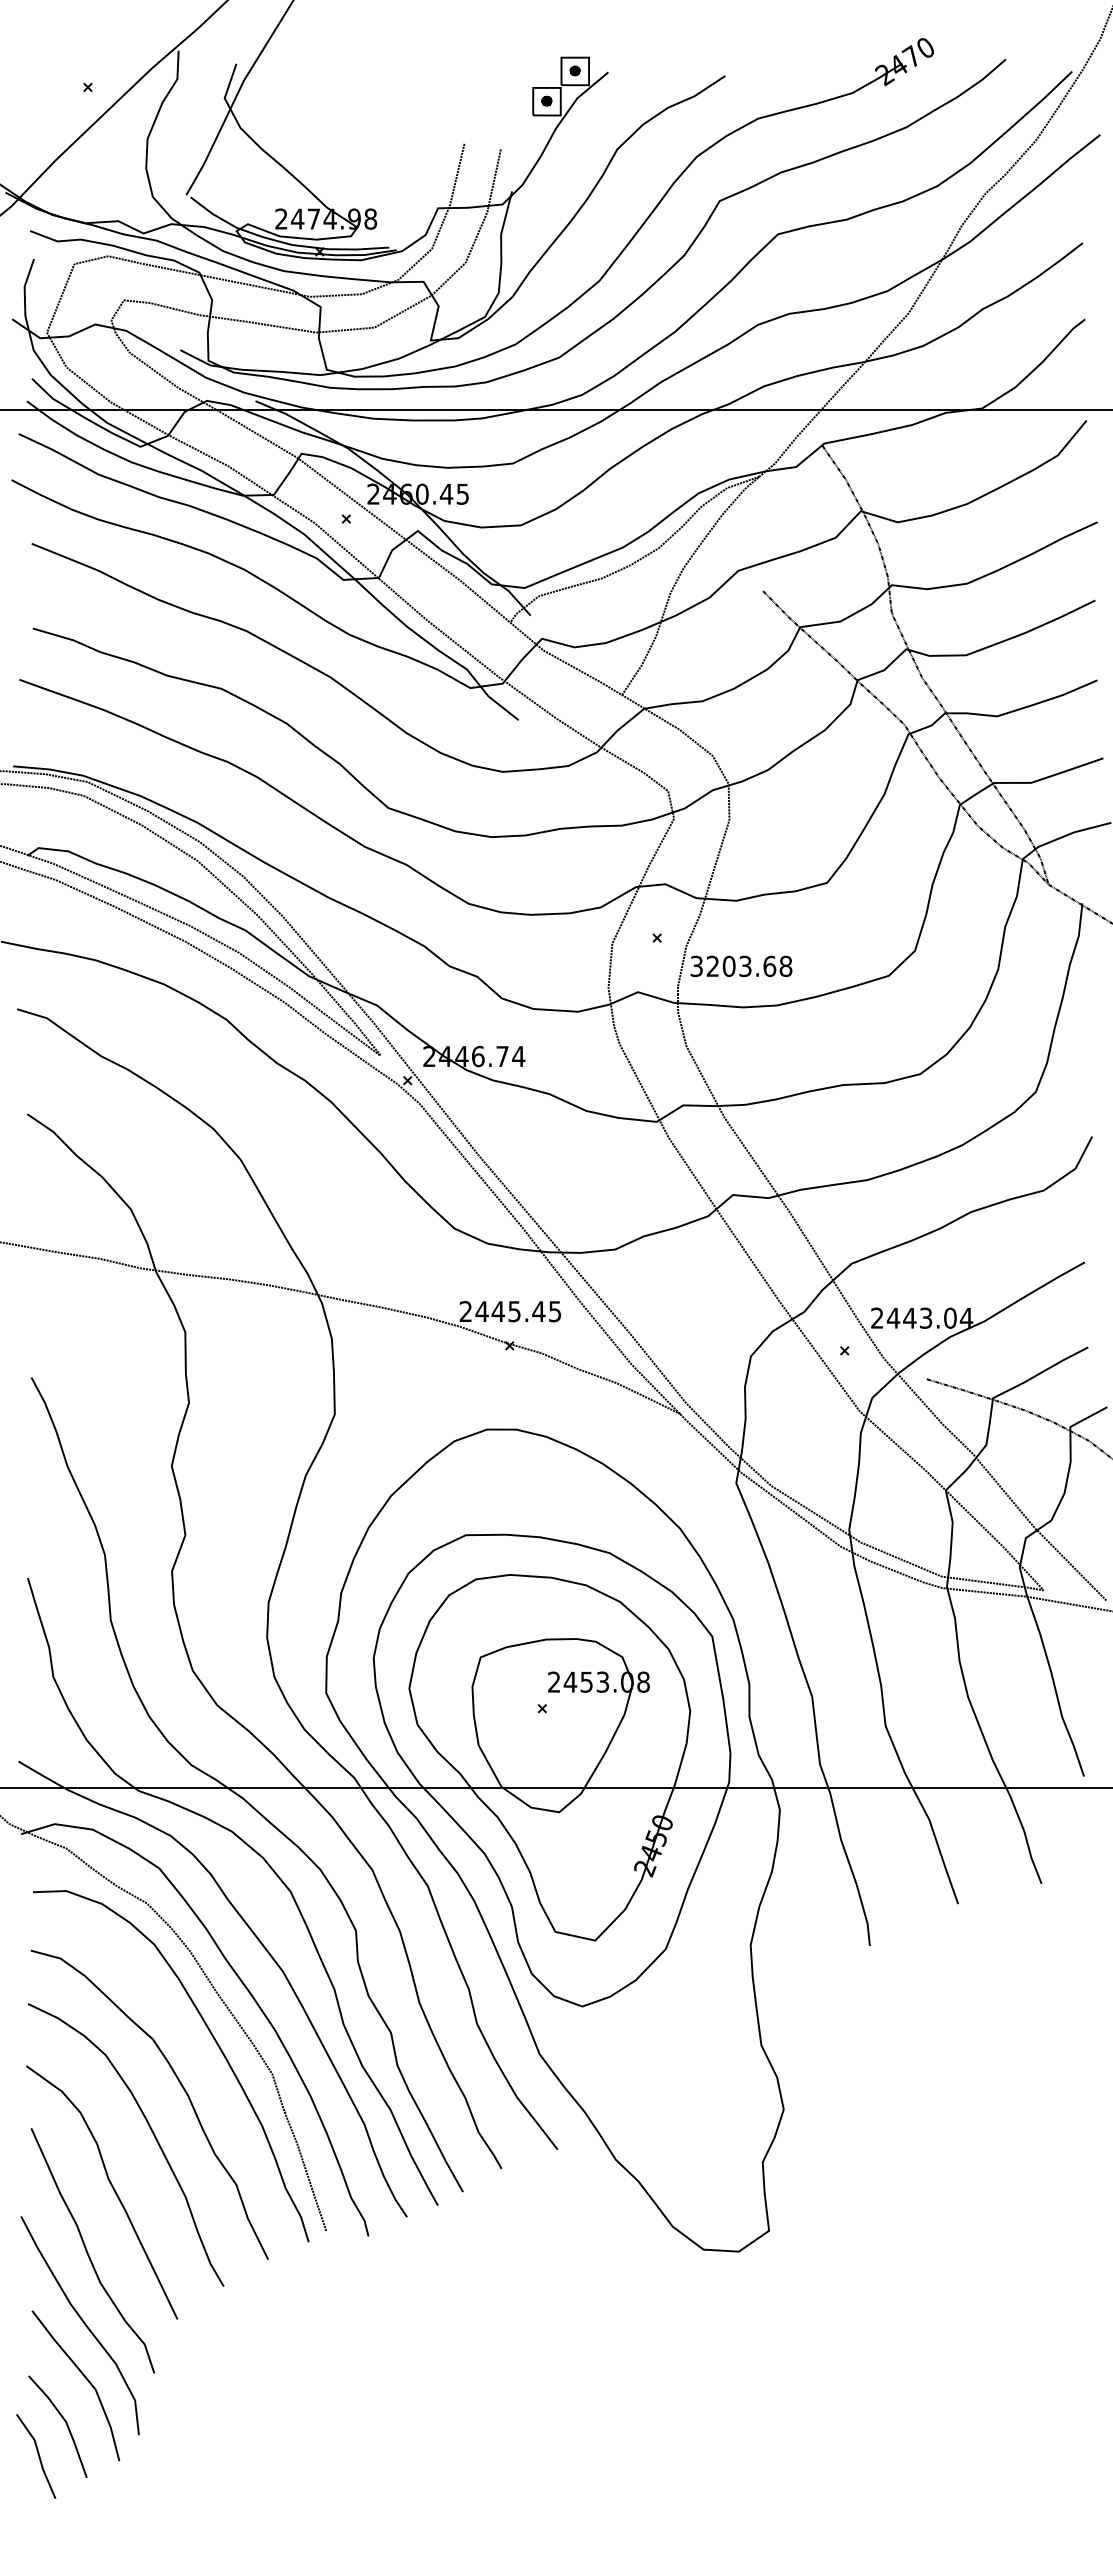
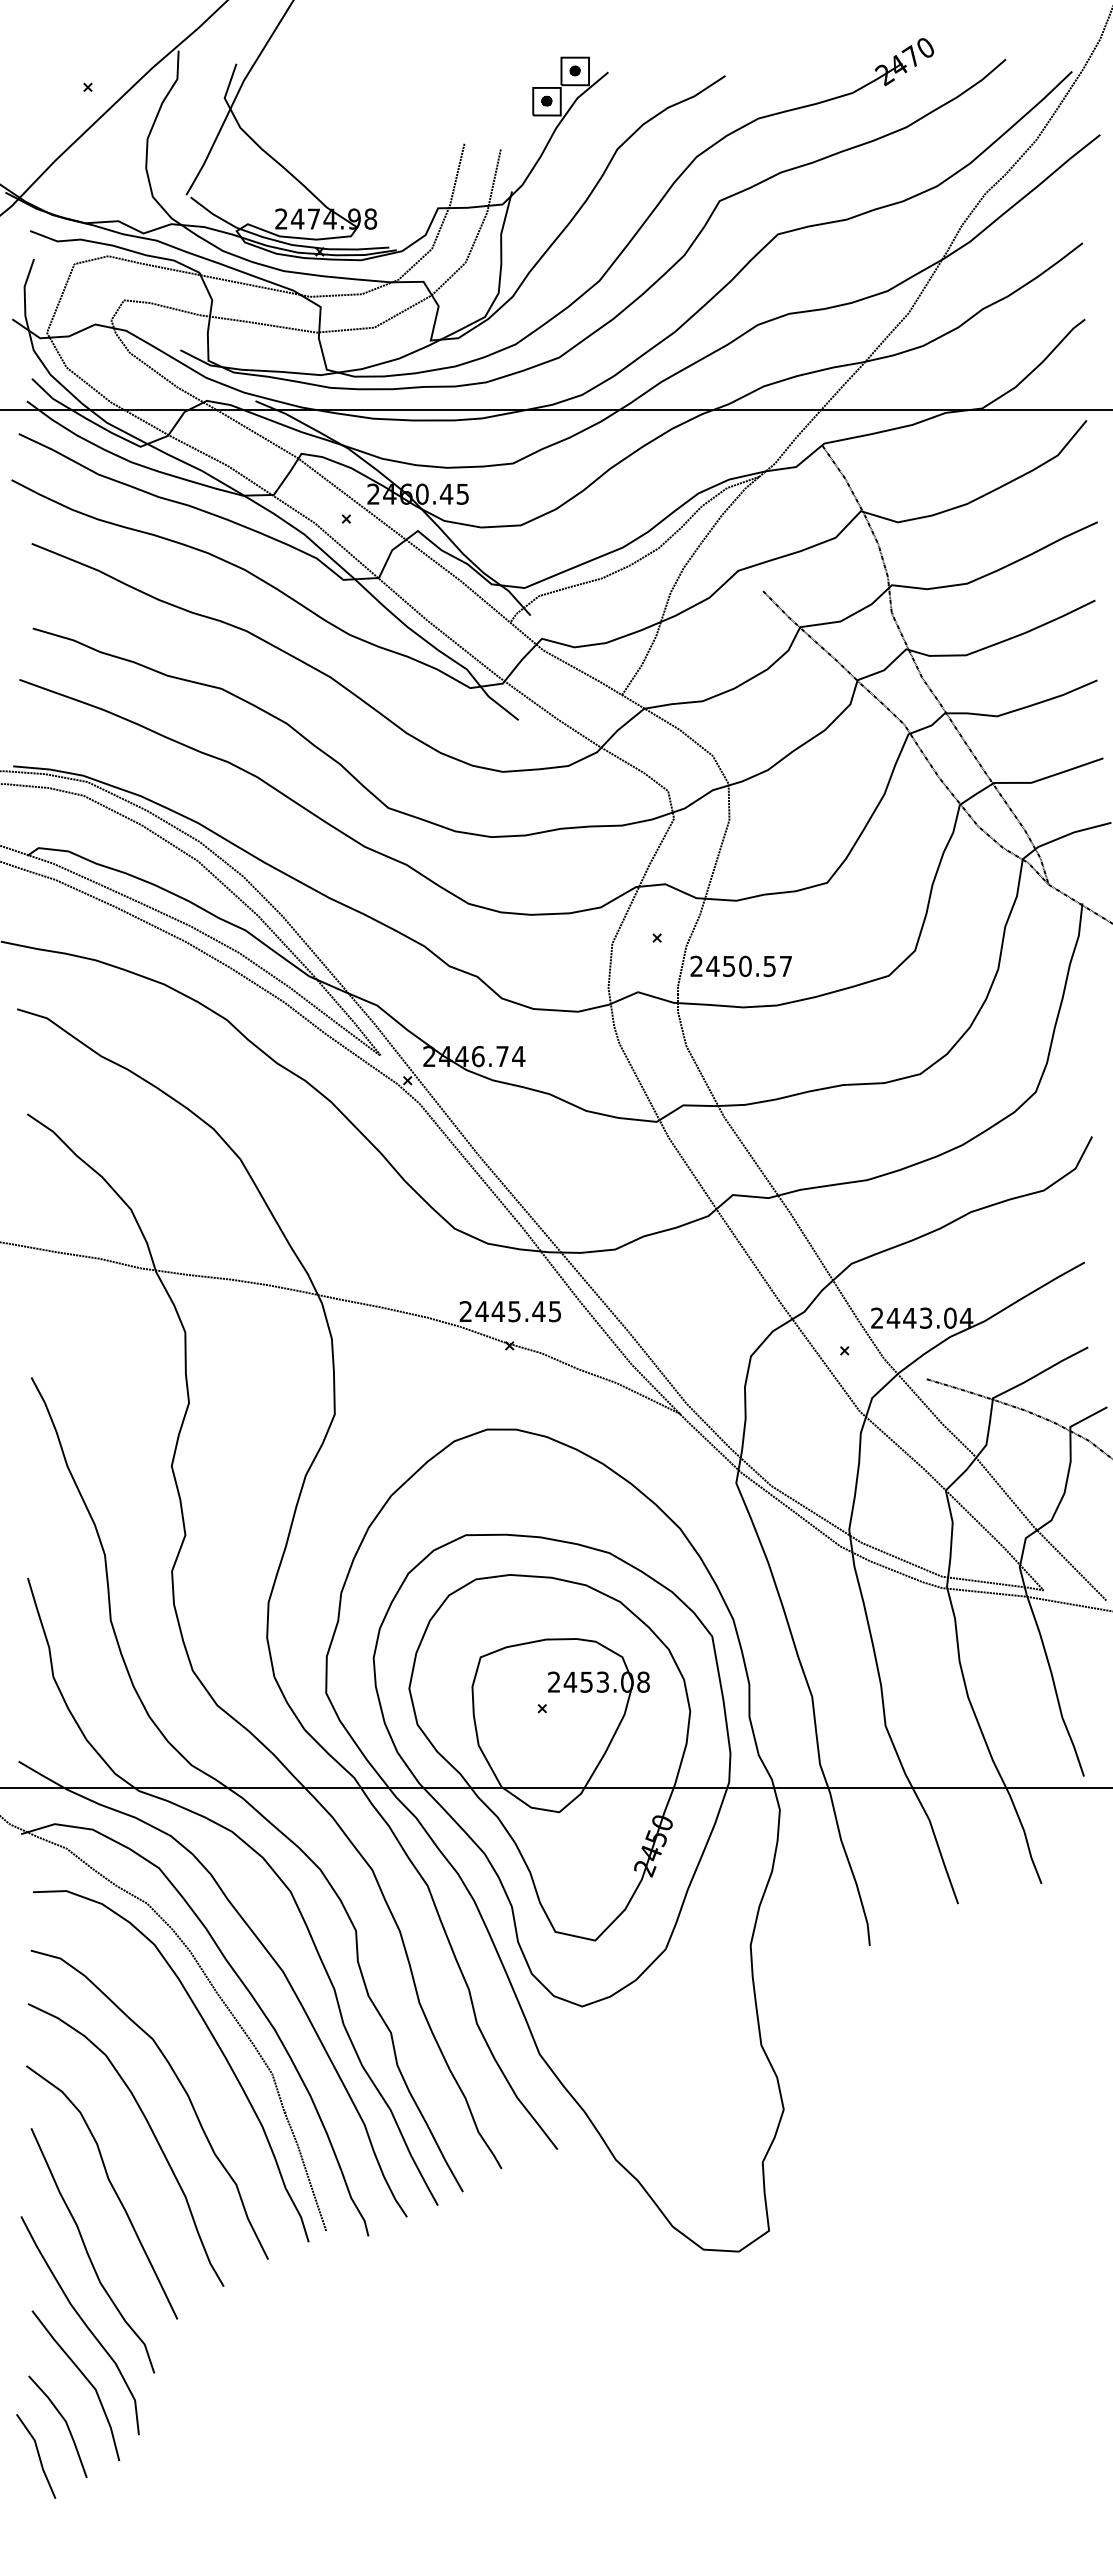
text at (741, 966): 3203.68 -> 2450.57
